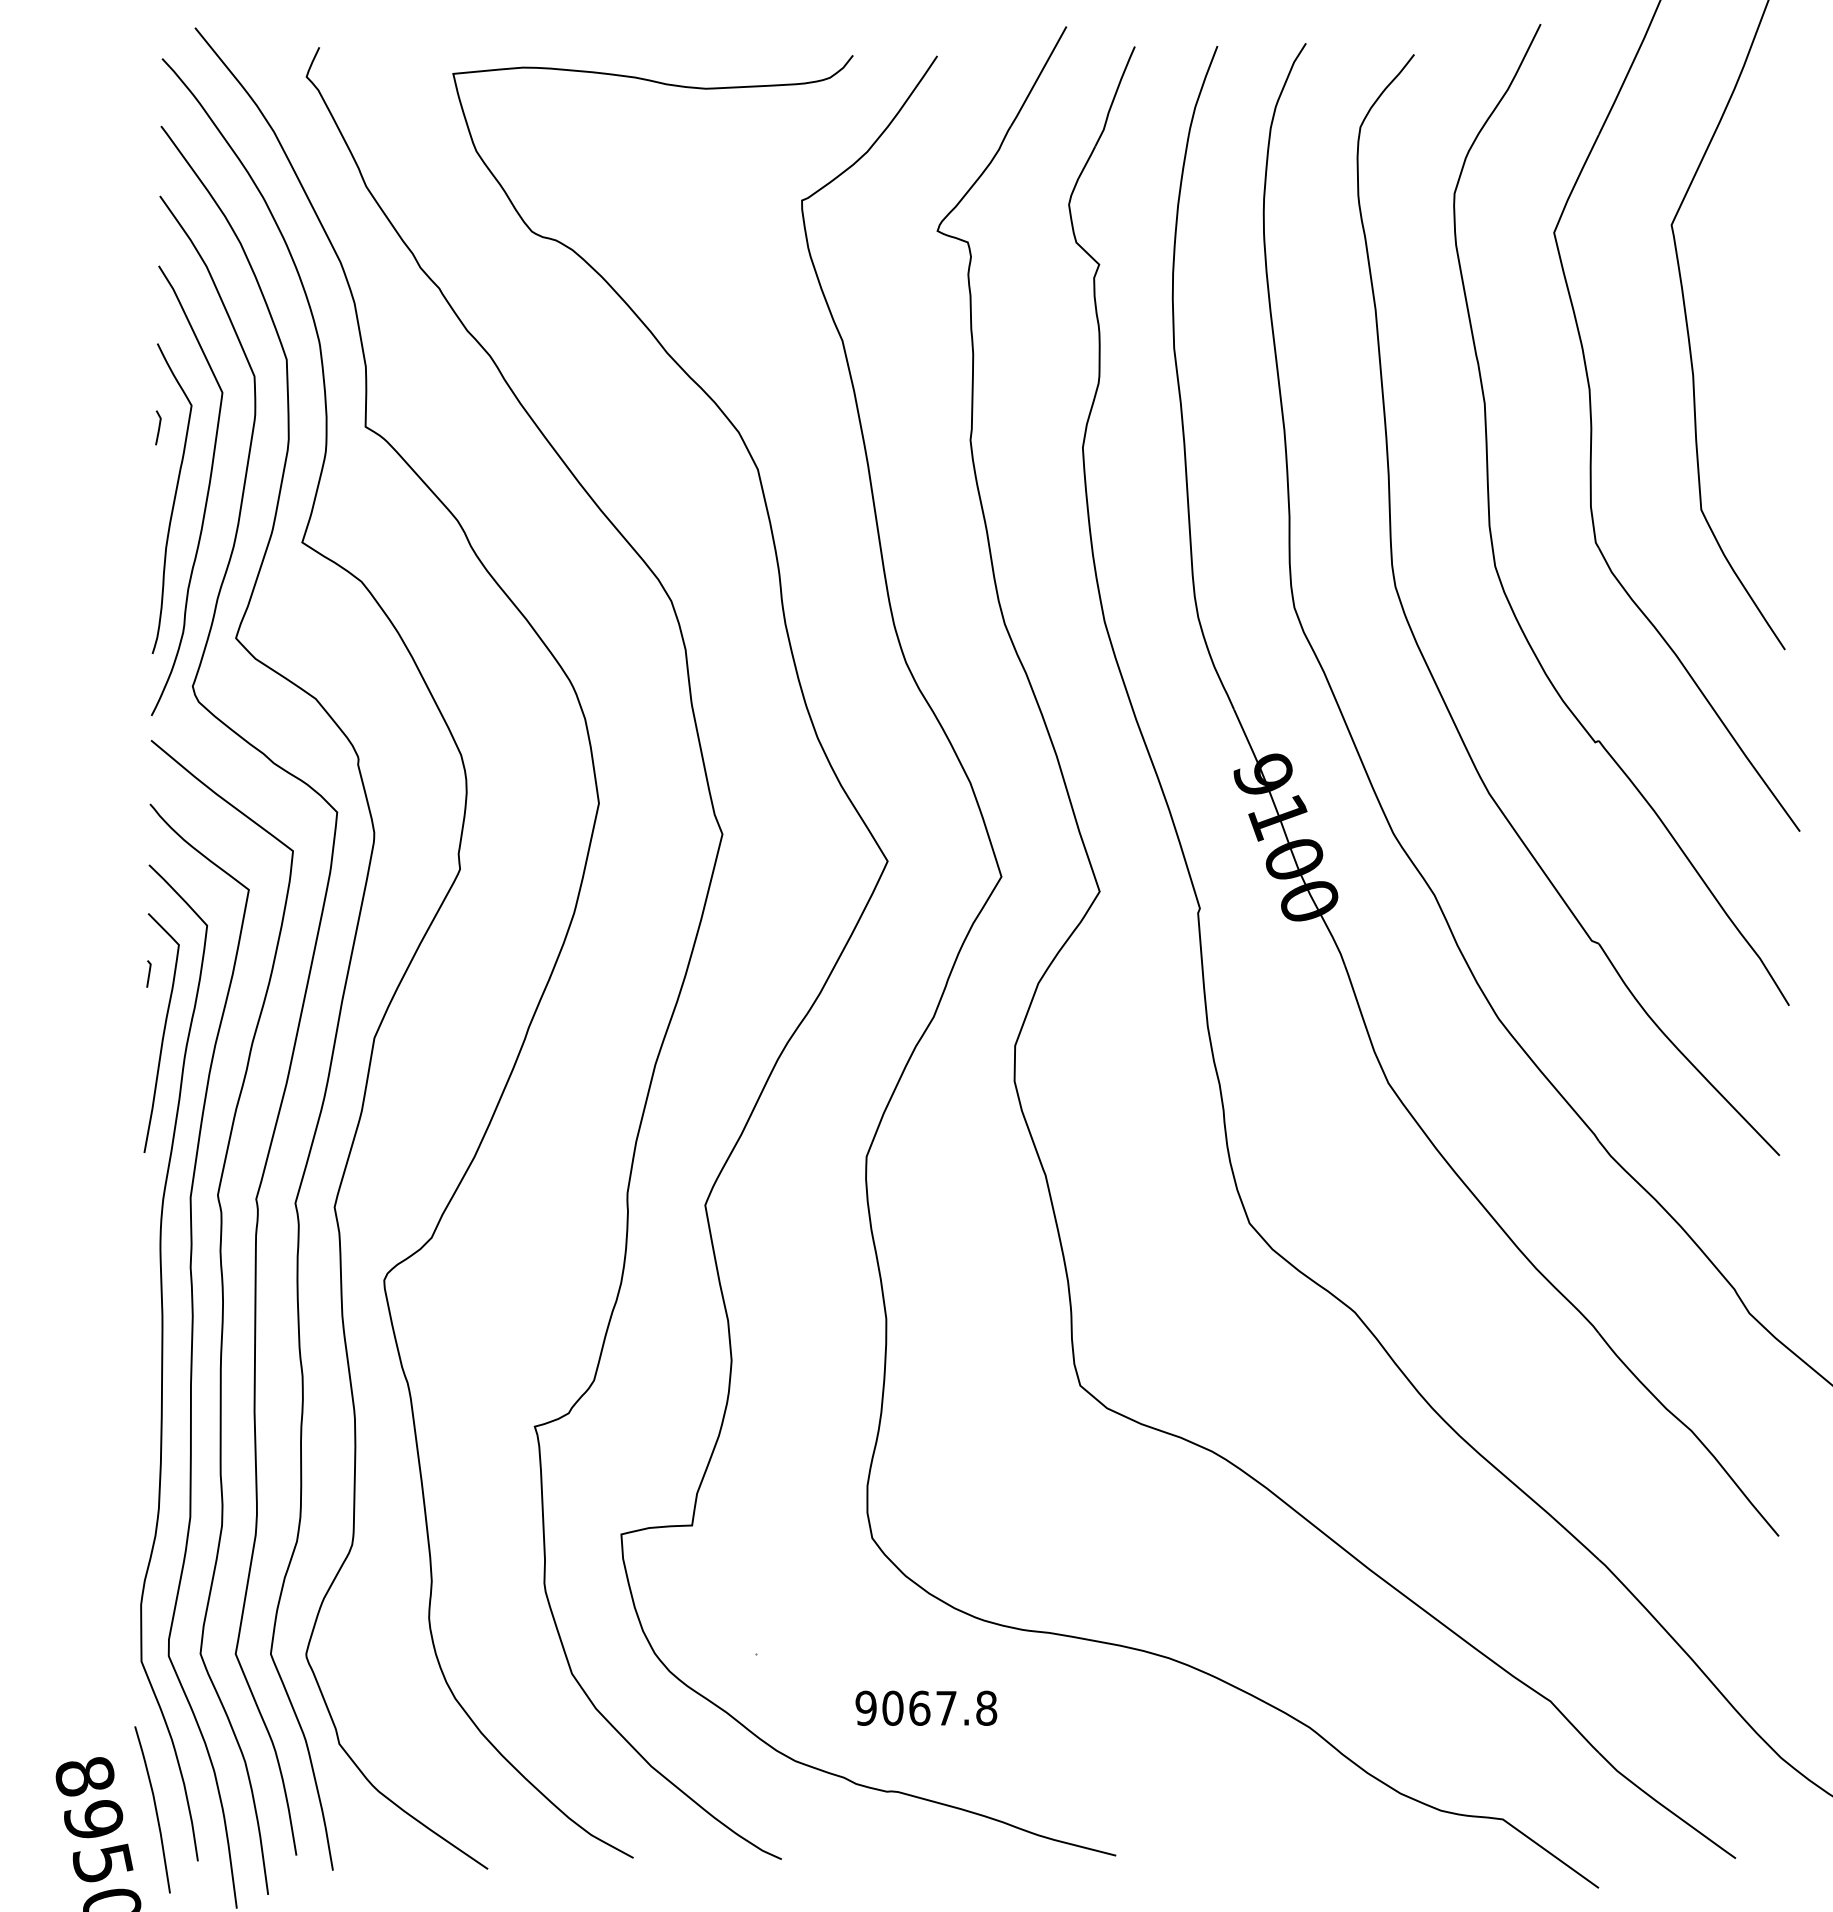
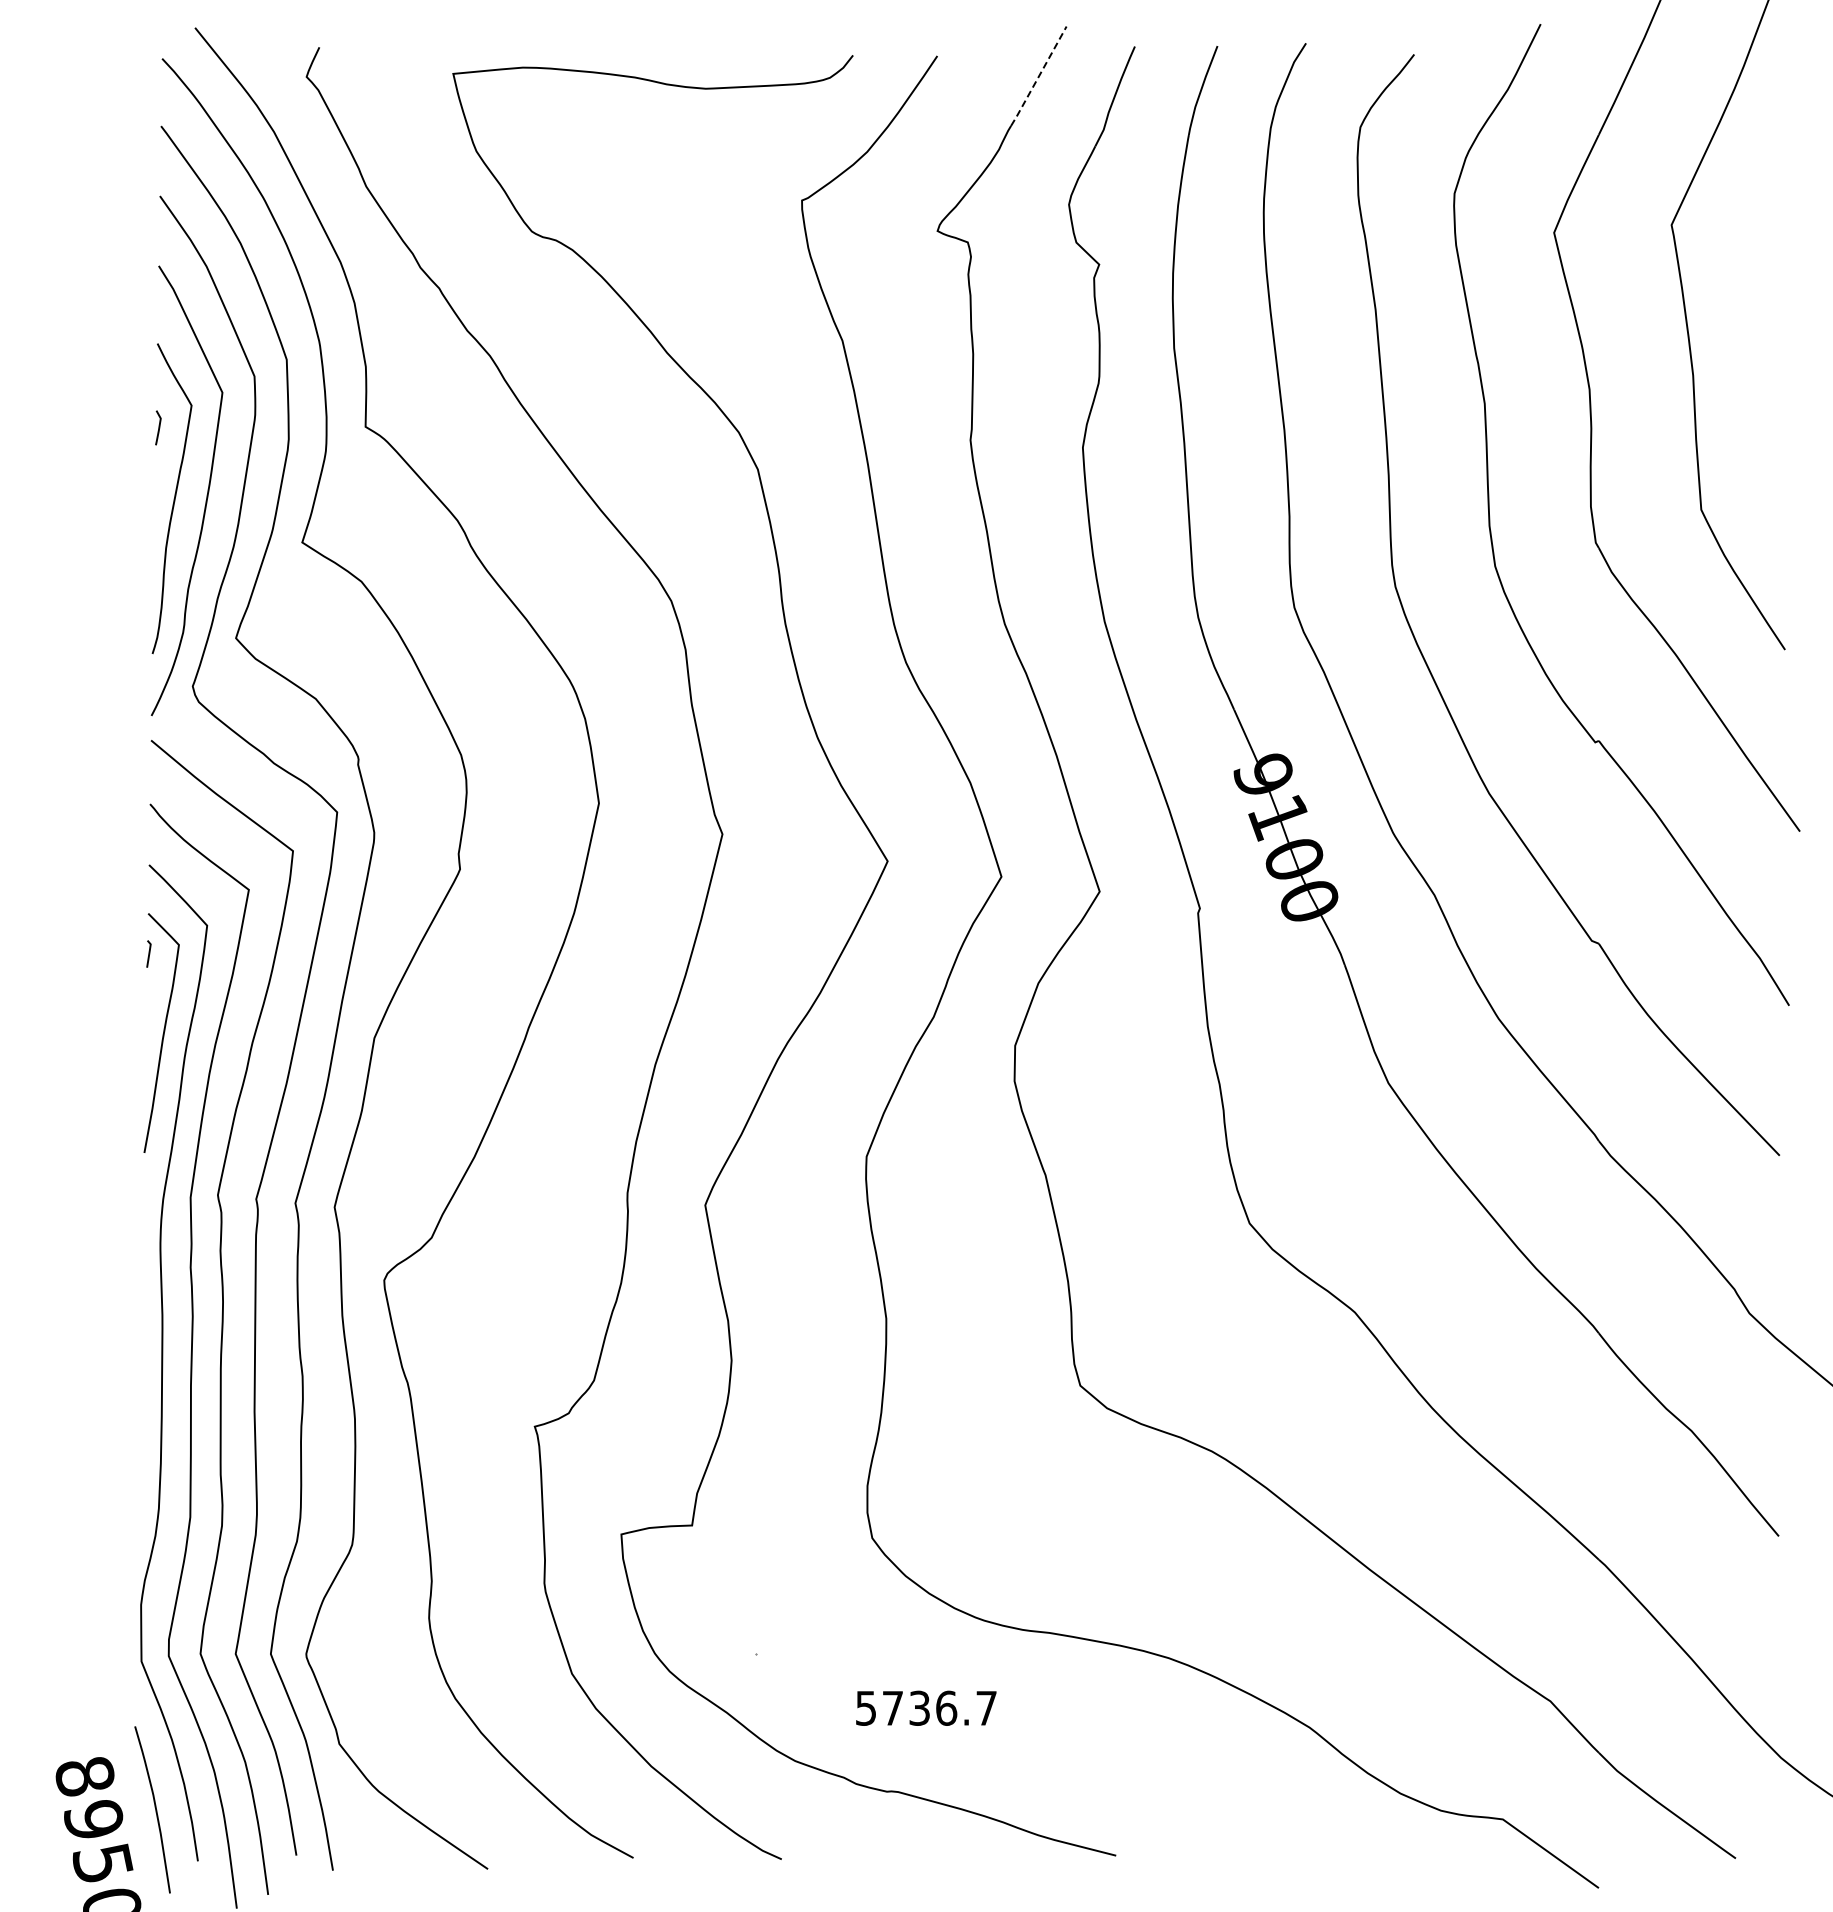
line at (1038, 77): solid -> dashed
line at (148, 973) position: (148, 973) -> (148, 953)
text at (926, 1707): 9067.8 -> 5736.7
